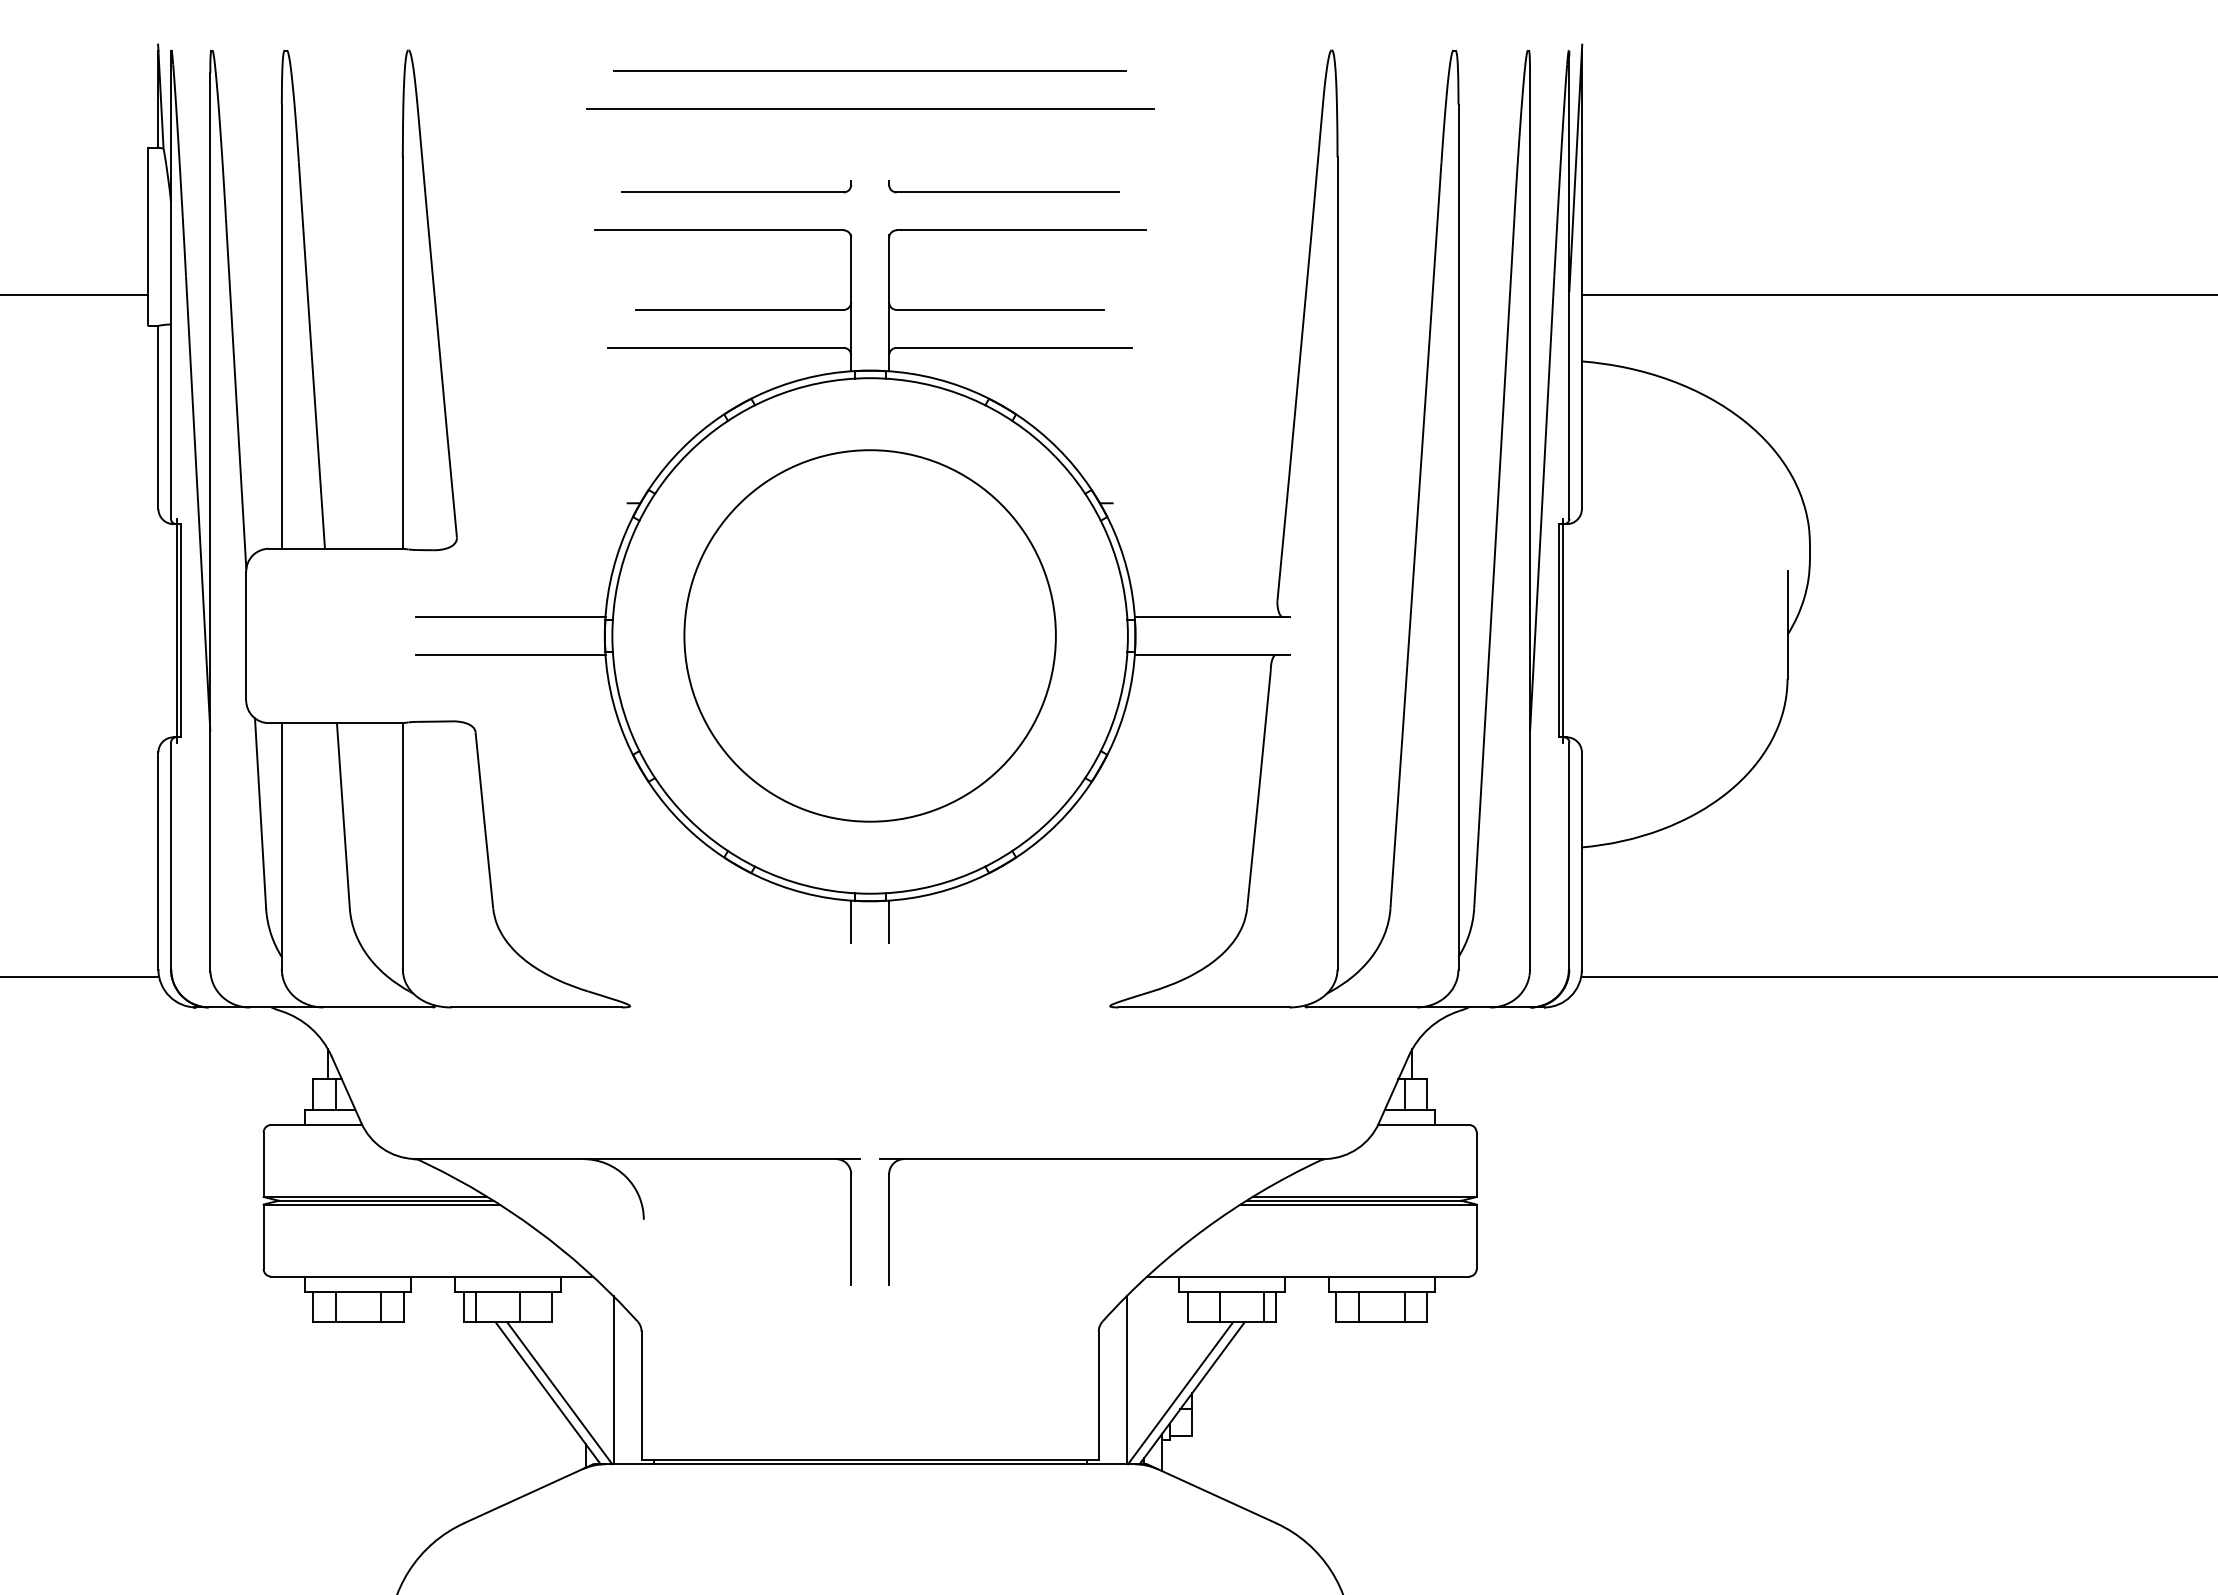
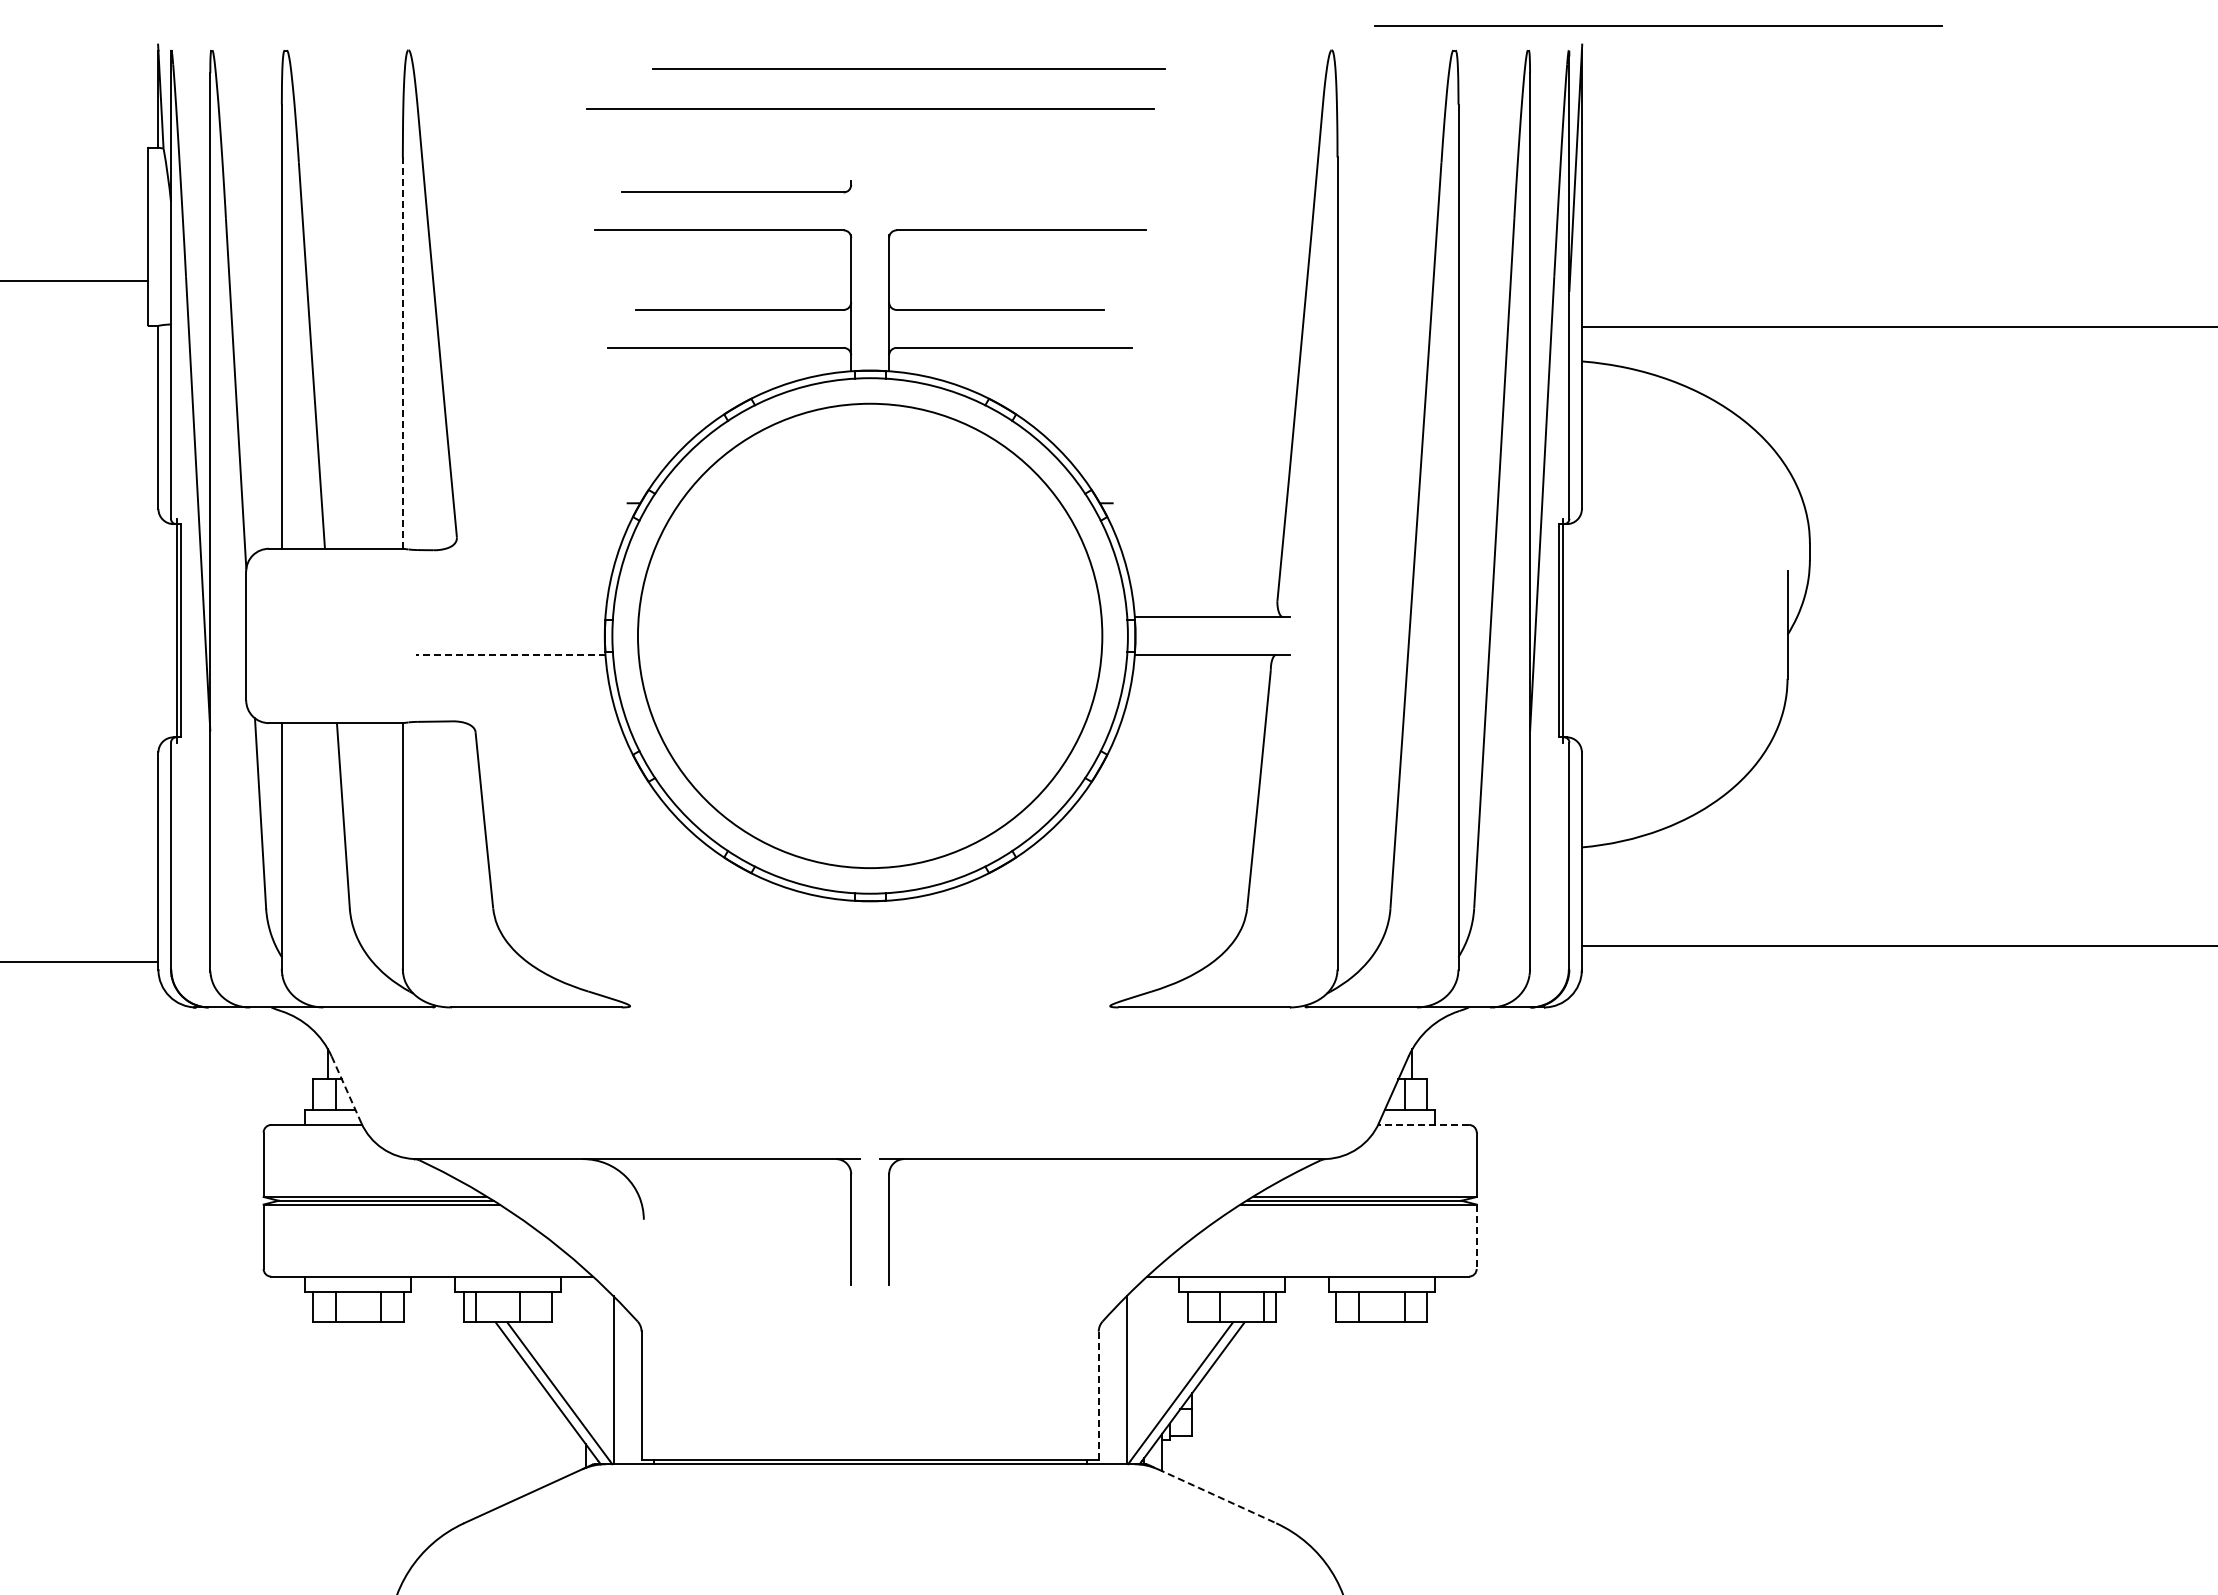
line at (1658, 25): none -> present
line at (869, 70) position: (869, 70) -> (908, 68)
part at (1003, 186): present -> none
line at (75, 294) position: (75, 294) -> (75, 280)
line at (1897, 294) position: (1897, 294) -> (1897, 326)
line at (402, 353): solid -> dashed
line at (510, 617): present -> none
circle at (869, 635) diameter: 371 px -> 464 px
line at (510, 654): solid -> dashed
line at (851, 921): present -> none
line at (889, 921): present -> none
line at (80, 977) position: (80, 977) -> (80, 962)
line at (1897, 977) position: (1897, 977) -> (1897, 946)
line at (346, 1090): solid -> dashed
line at (1423, 1124): solid -> dashed
line at (1476, 1237): solid -> dashed
line at (1098, 1396): solid -> dashed
line at (1212, 1494): solid -> dashed
